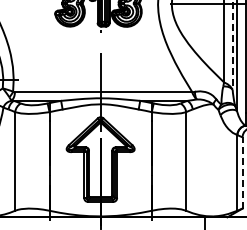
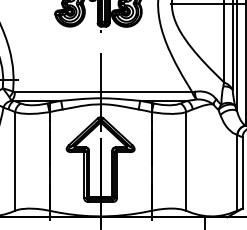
line at (232, 44): dashed -> solid
line at (242, 172): dashed -> solid
